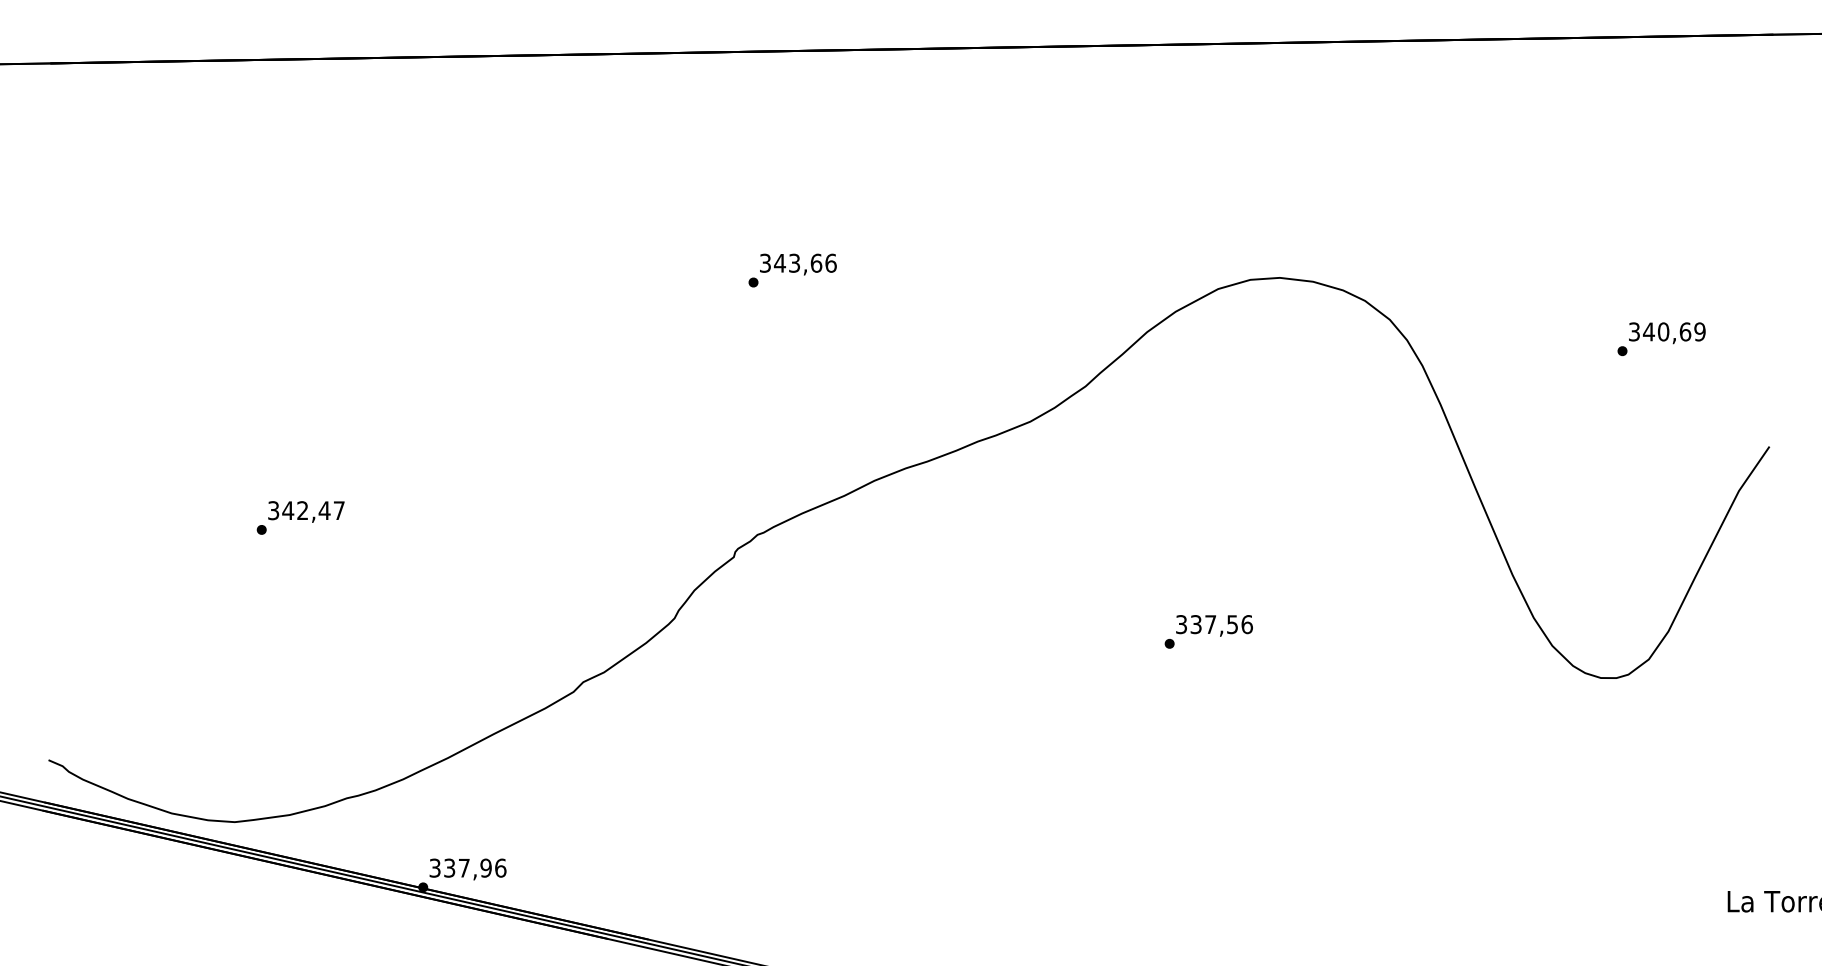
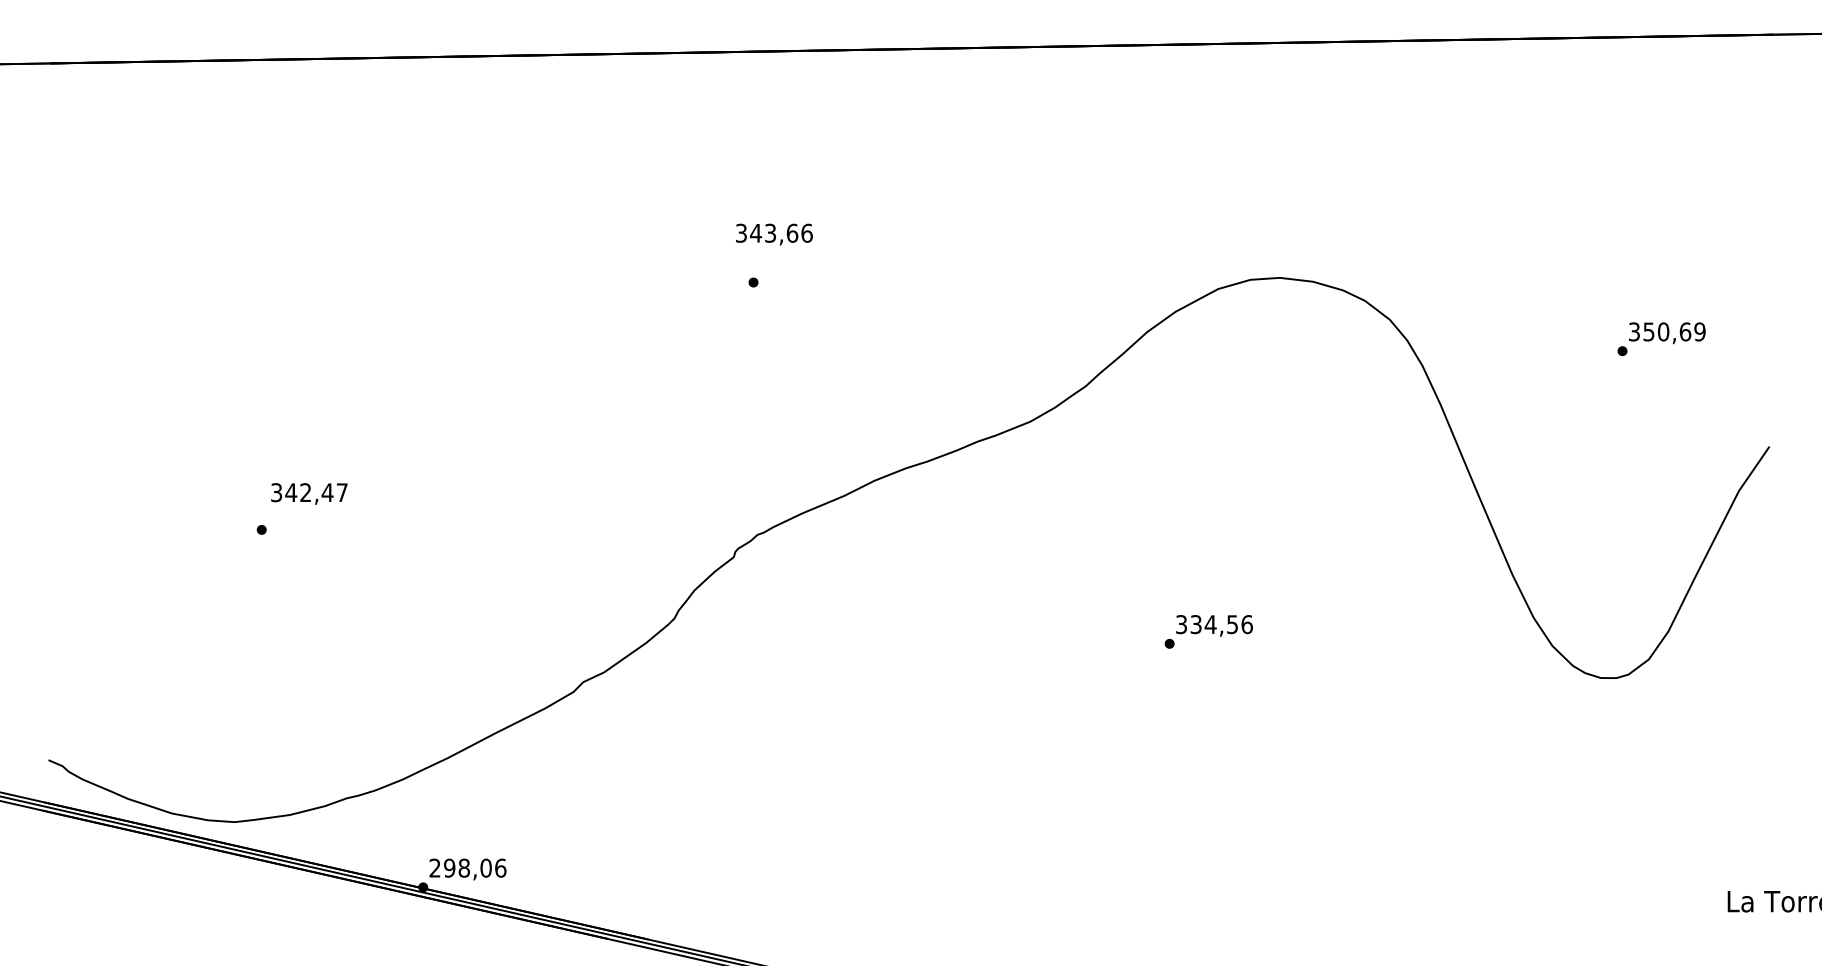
text at (798, 264) position: (798, 264) -> (774, 234)
text at (1648, 331): 340,69 -> 350,69
text at (306, 511) position: (306, 511) -> (309, 493)
text at (1210, 624): 337,56 -> 334,56
text at (460, 867): 337,96 -> 298,06
